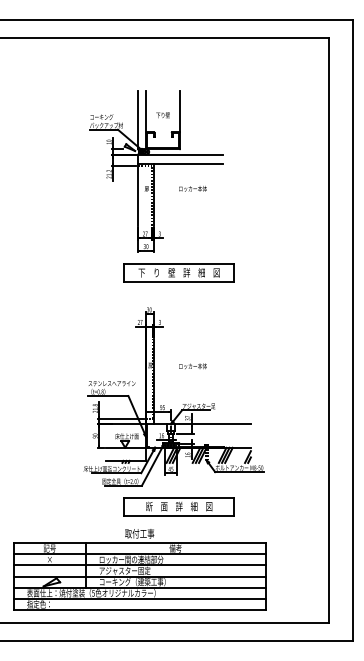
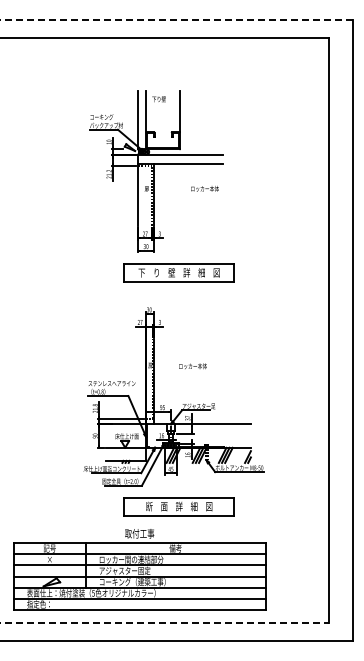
line at (176, 19): solid -> dashed
text at (162, 115) position: (162, 115) -> (158, 99)
text at (192, 188) position: (192, 188) -> (204, 188)
line at (165, 623): solid -> dashed
